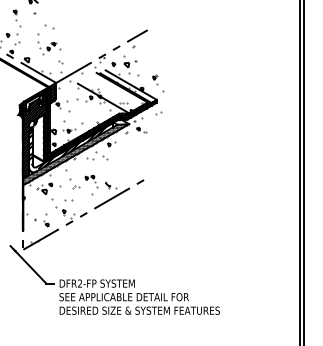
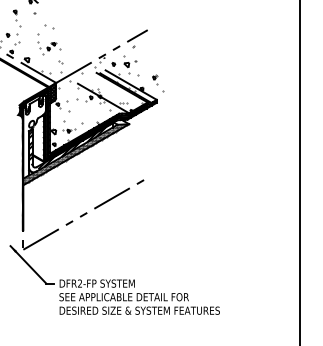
hatch at (34, 136): present -> none
line at (303, 172): present -> none
hatch at (92, 176): present -> none
